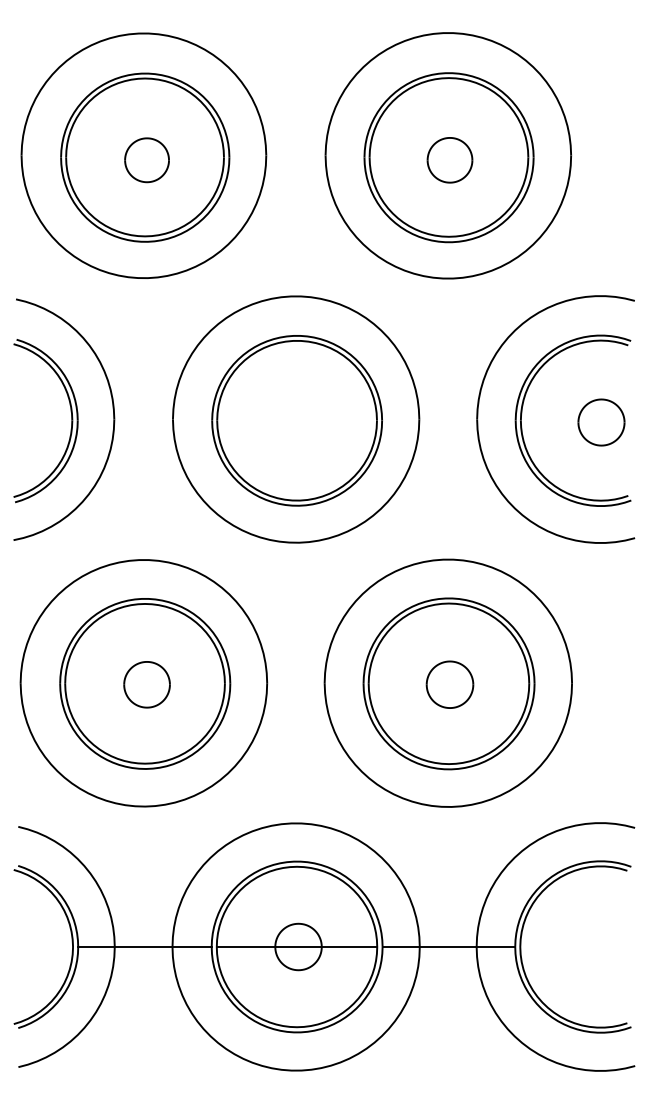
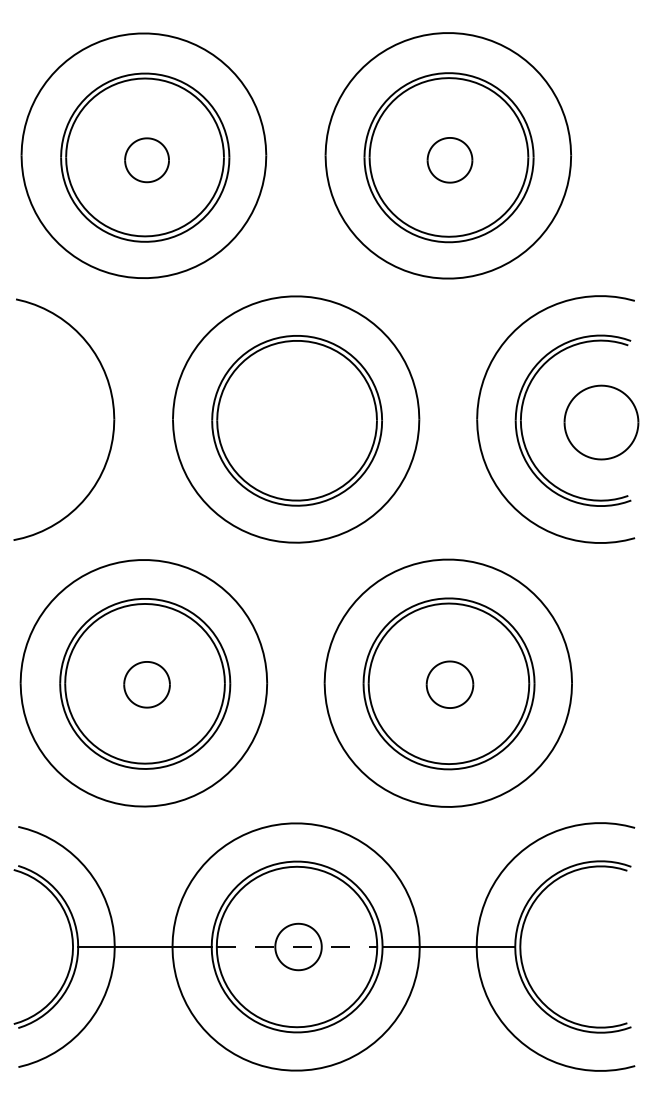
part at (71, 421): present -> none
part at (601, 422) size: 49x49 px -> 77x77 px
line at (297, 947): solid -> dashed
